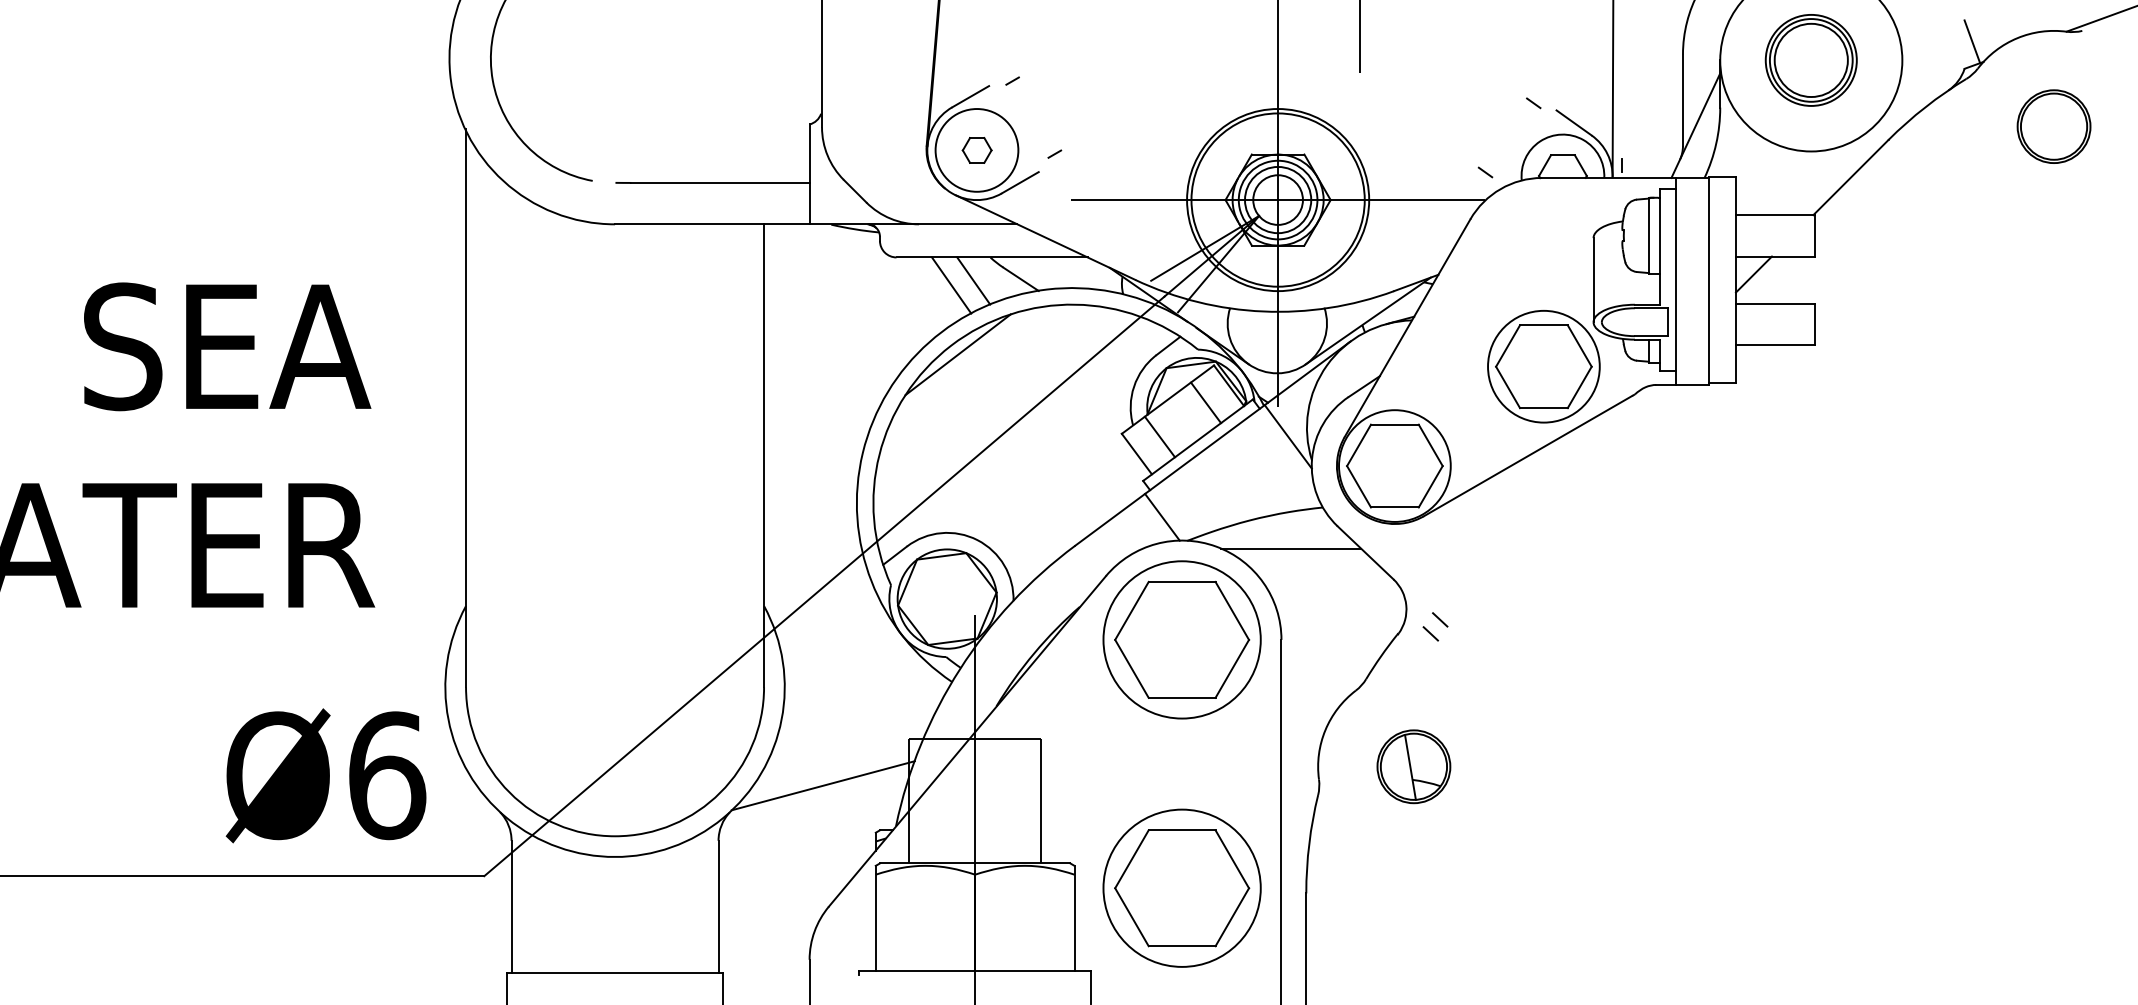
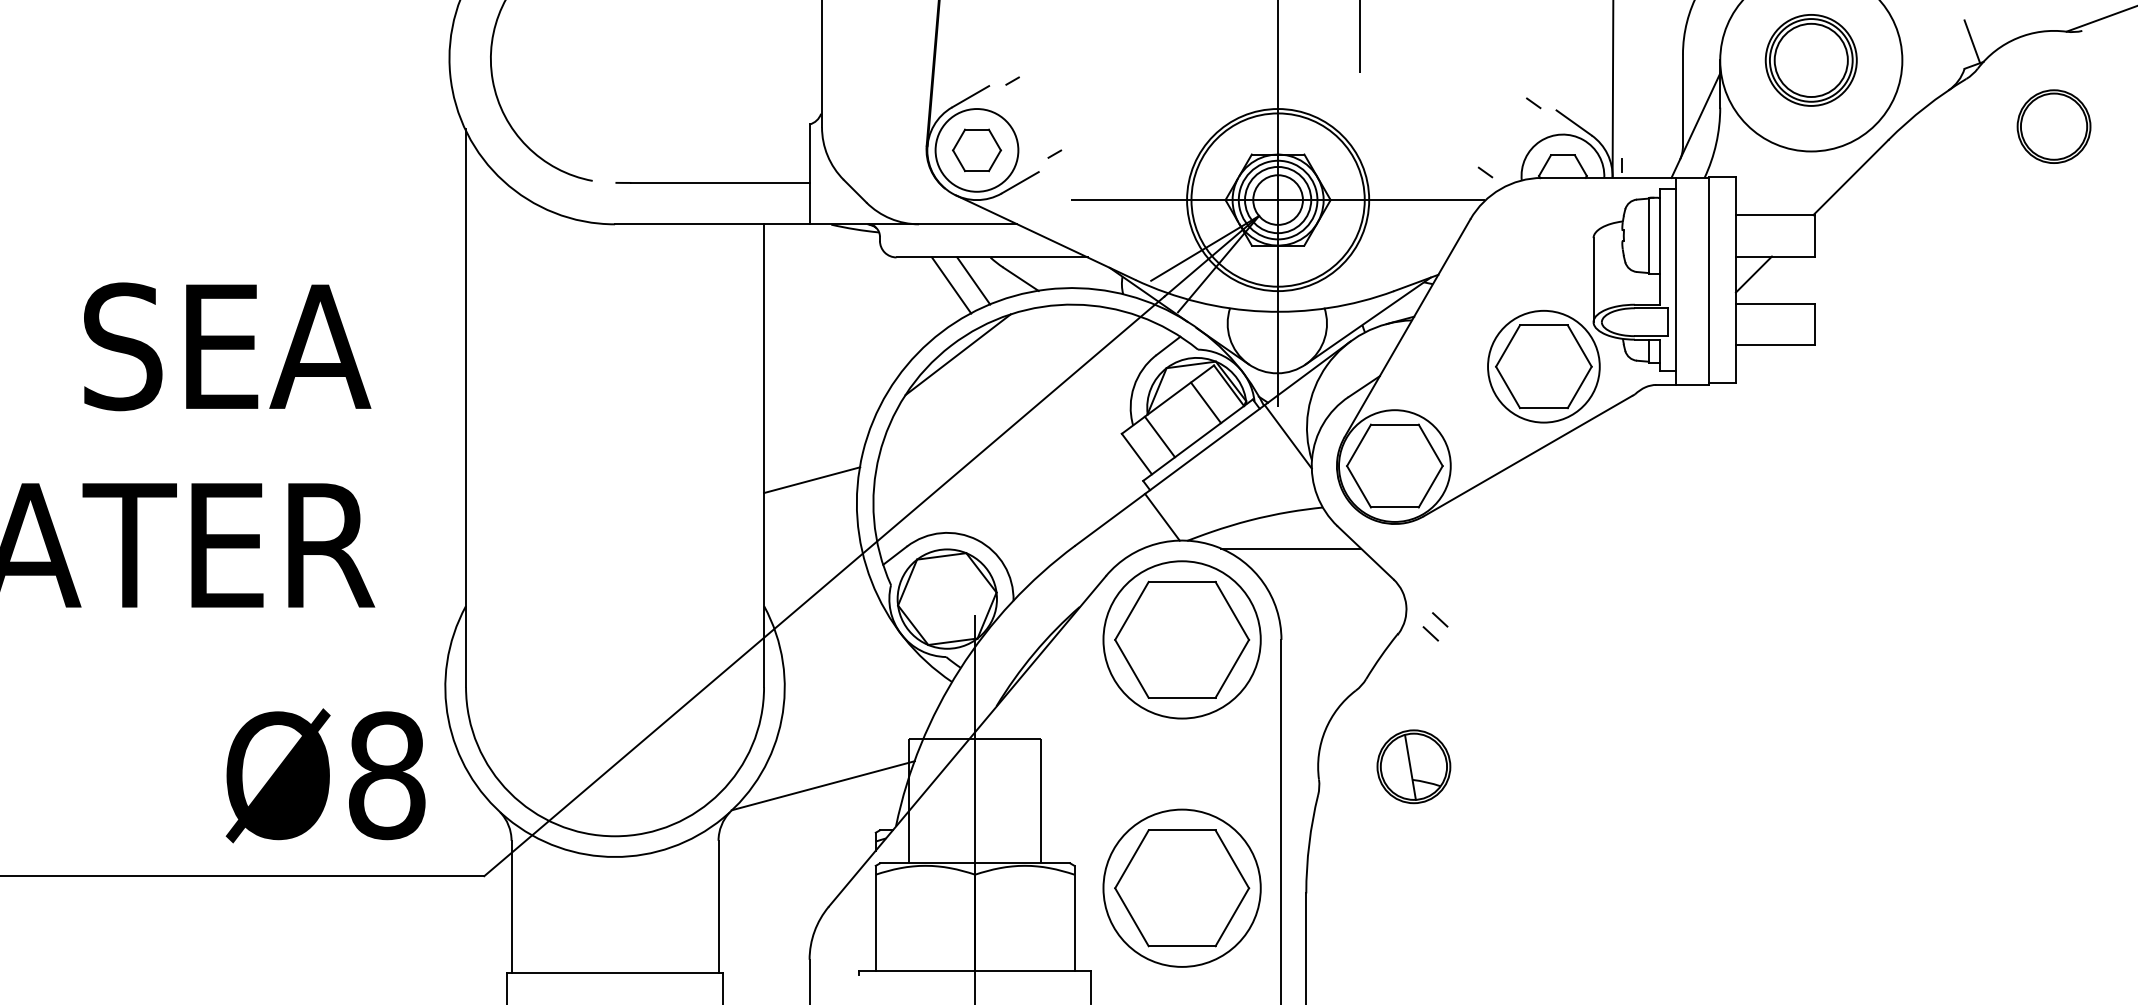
part at (976, 150) size: 32x27 px -> 51x45 px
line at (812, 480): none -> present
text at (387, 775): Ø6 -> Ø8
